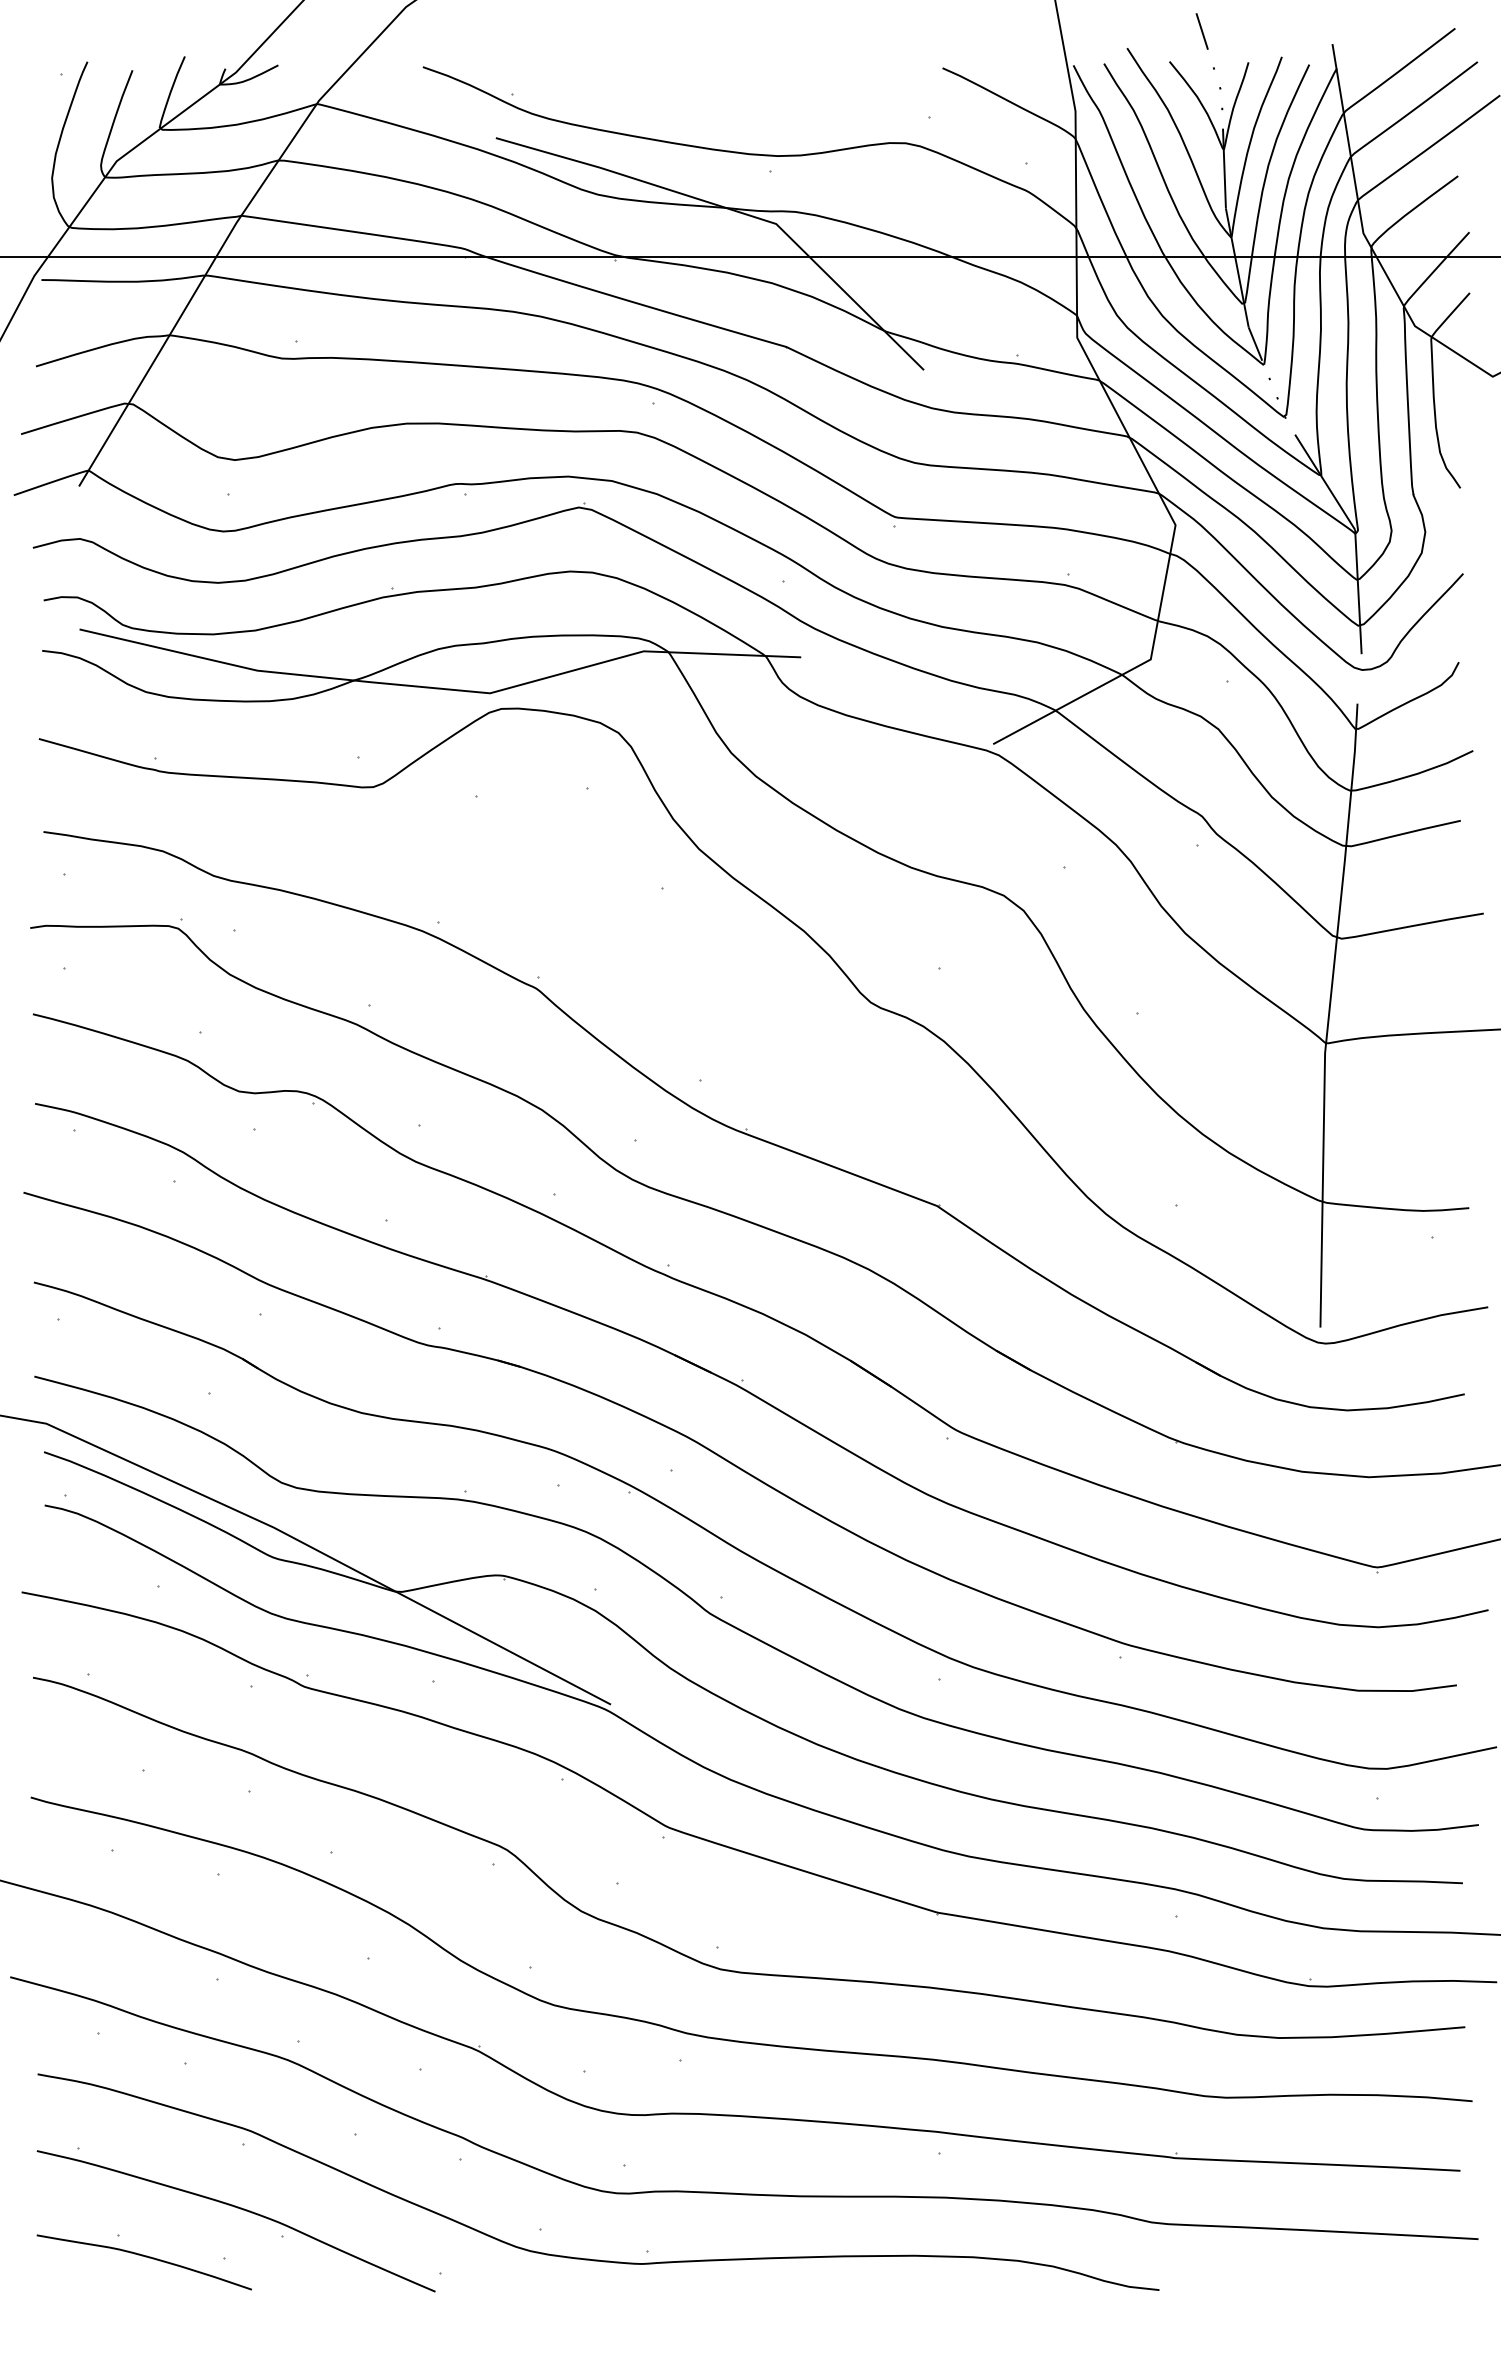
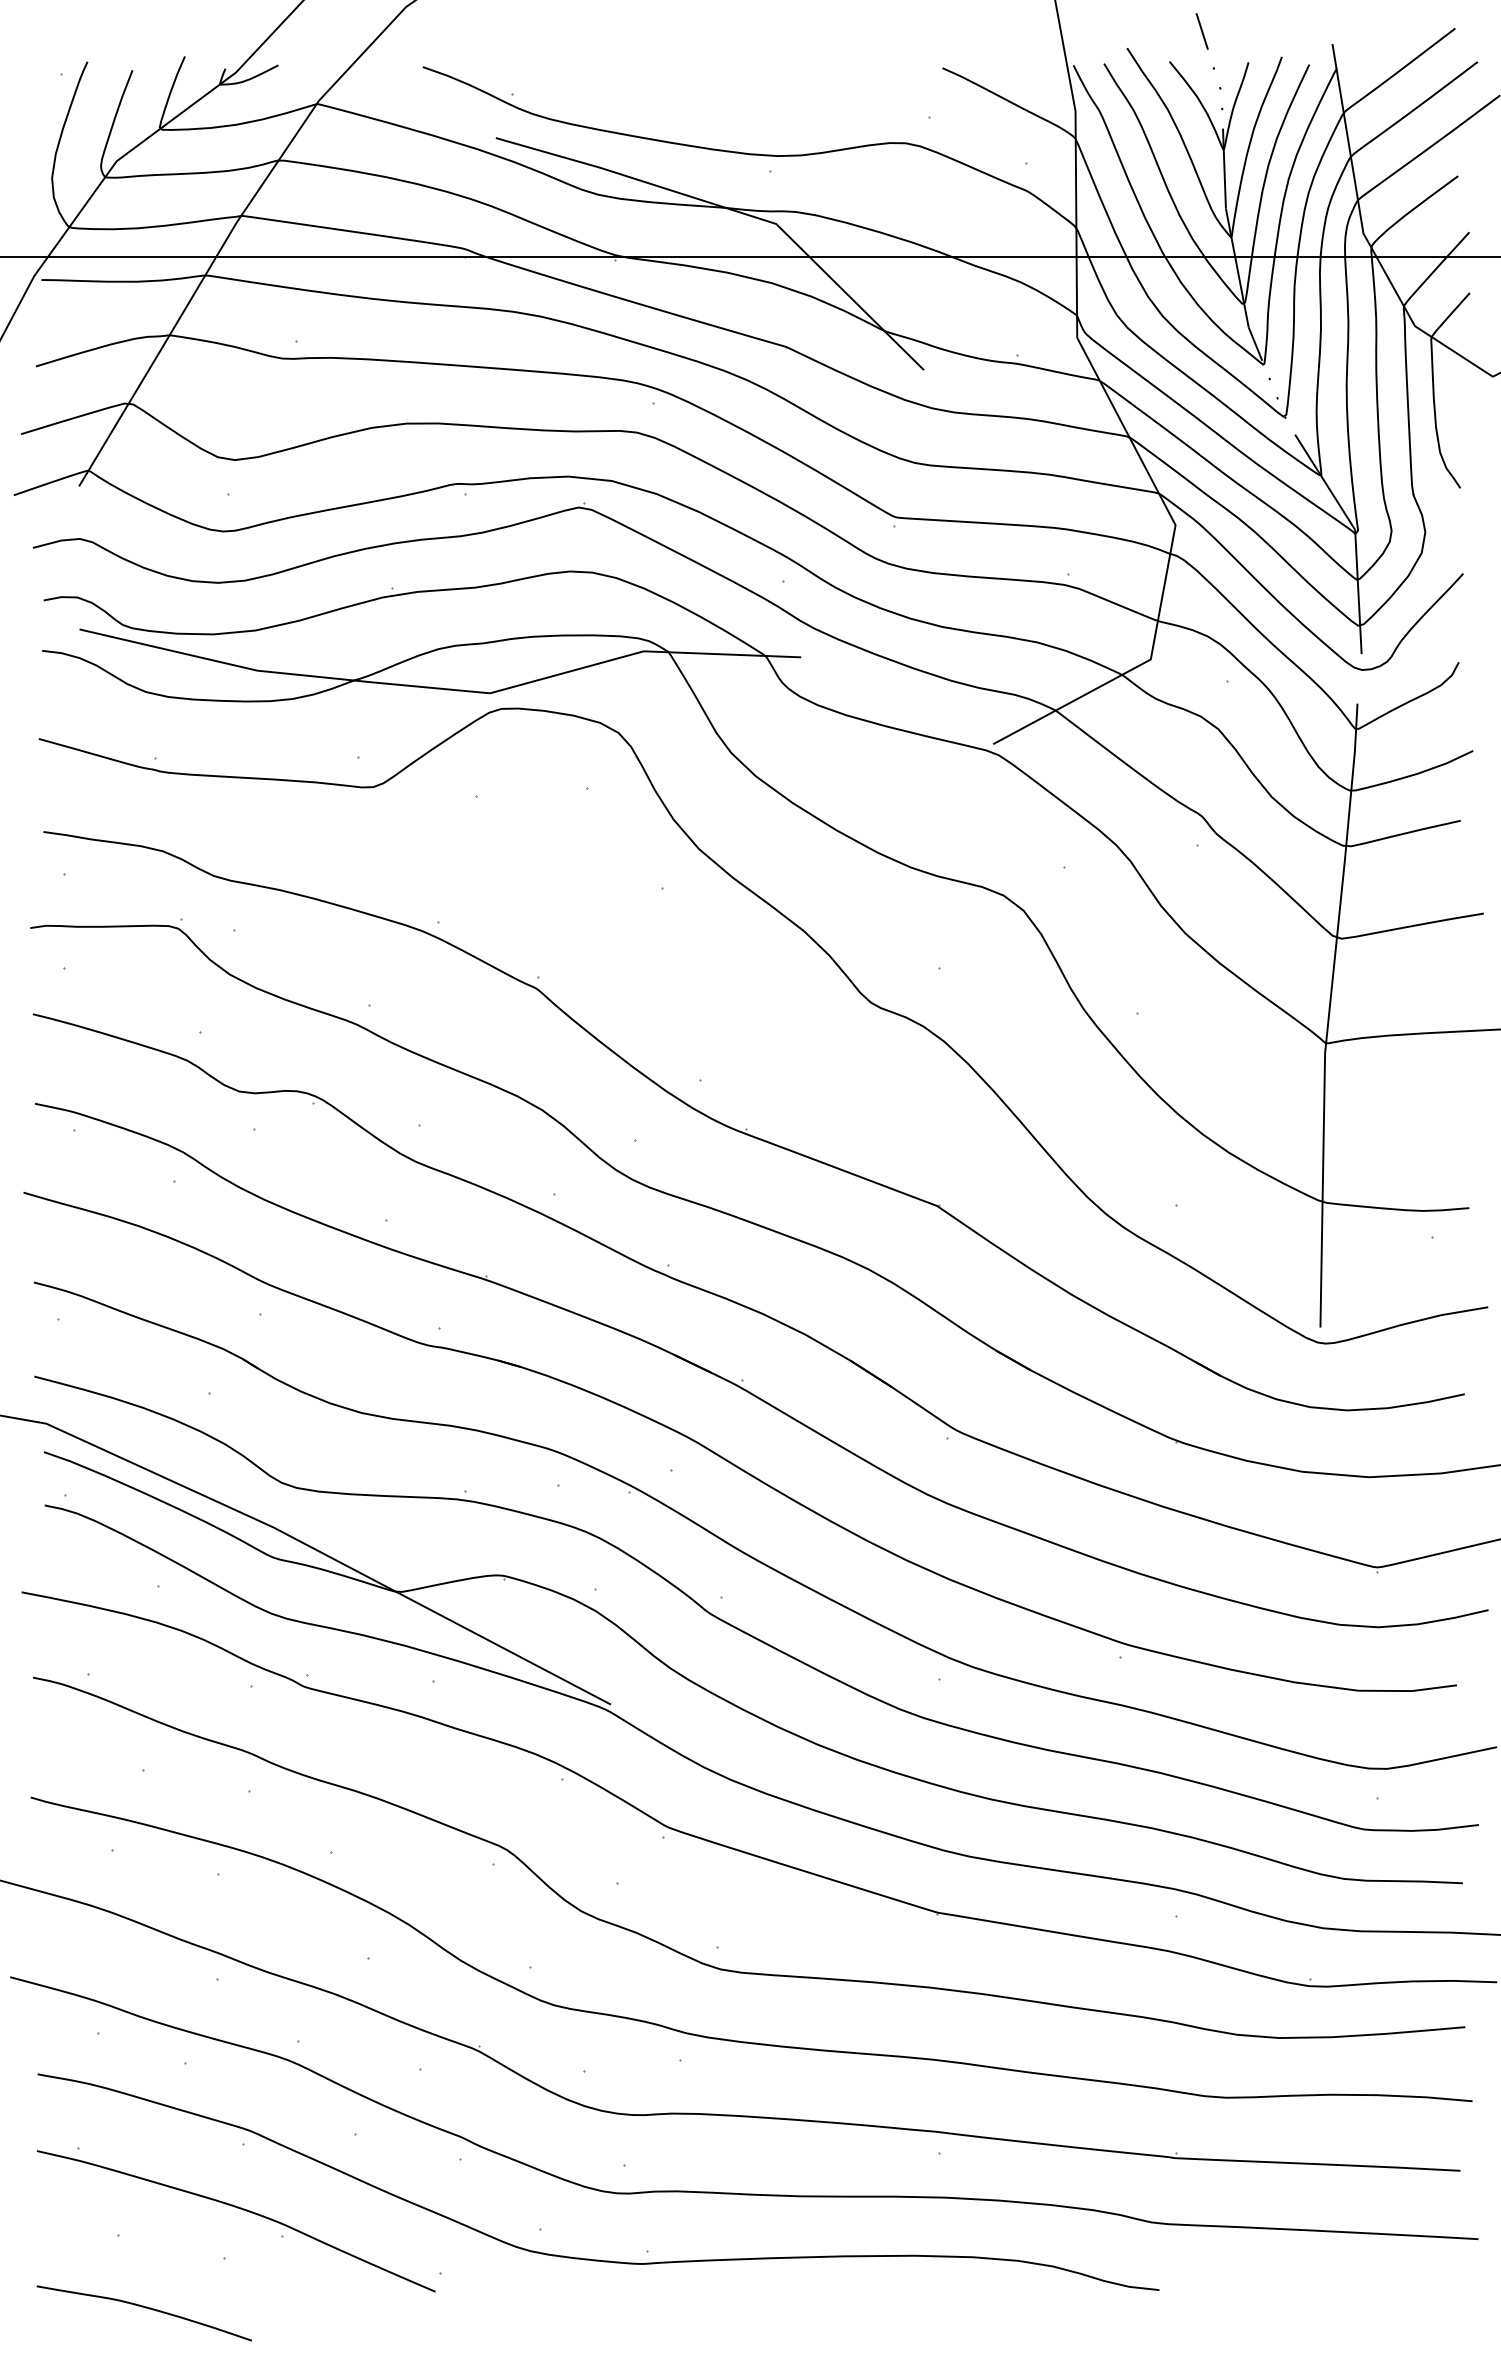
curve at (145, 2257) position: (145, 2257) -> (145, 2308)
